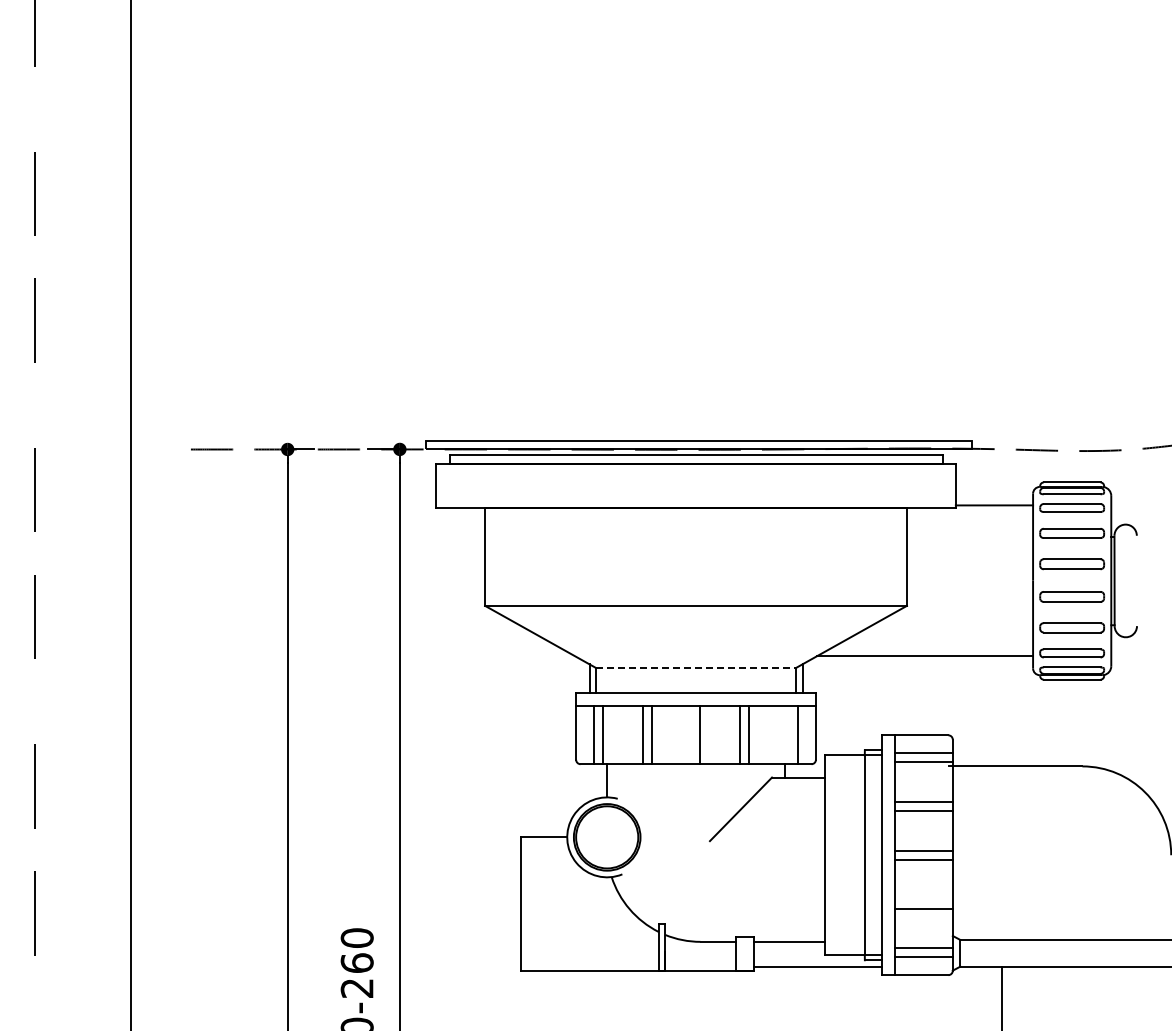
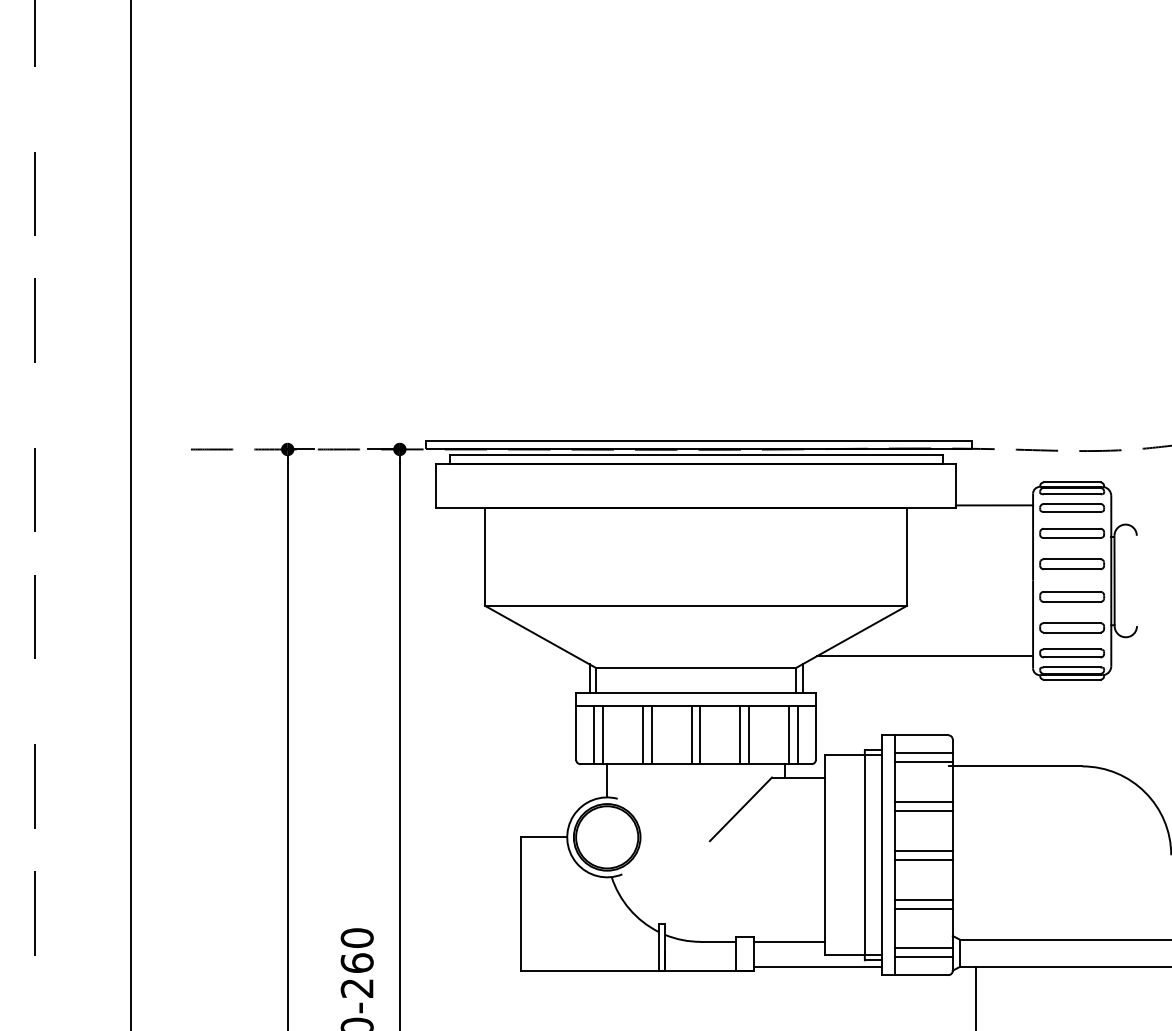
line at (696, 668): dashed -> solid
line at (691, 735): none -> present
line at (789, 735): none -> present
line at (923, 899): none -> present
line at (1001, 996) position: (1001, 996) -> (975, 996)
